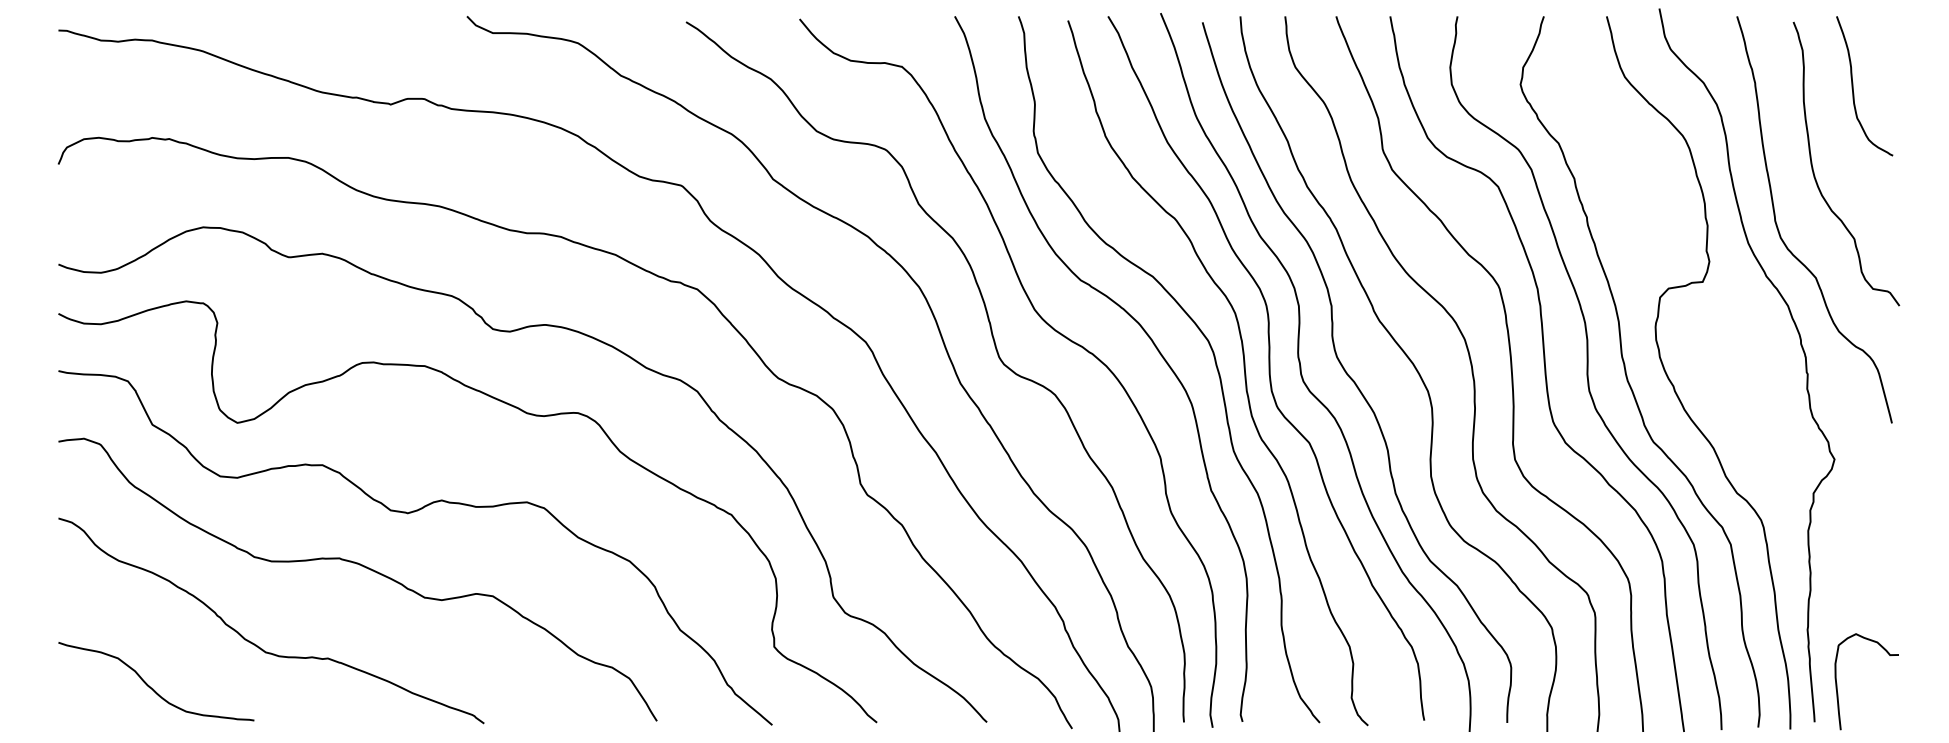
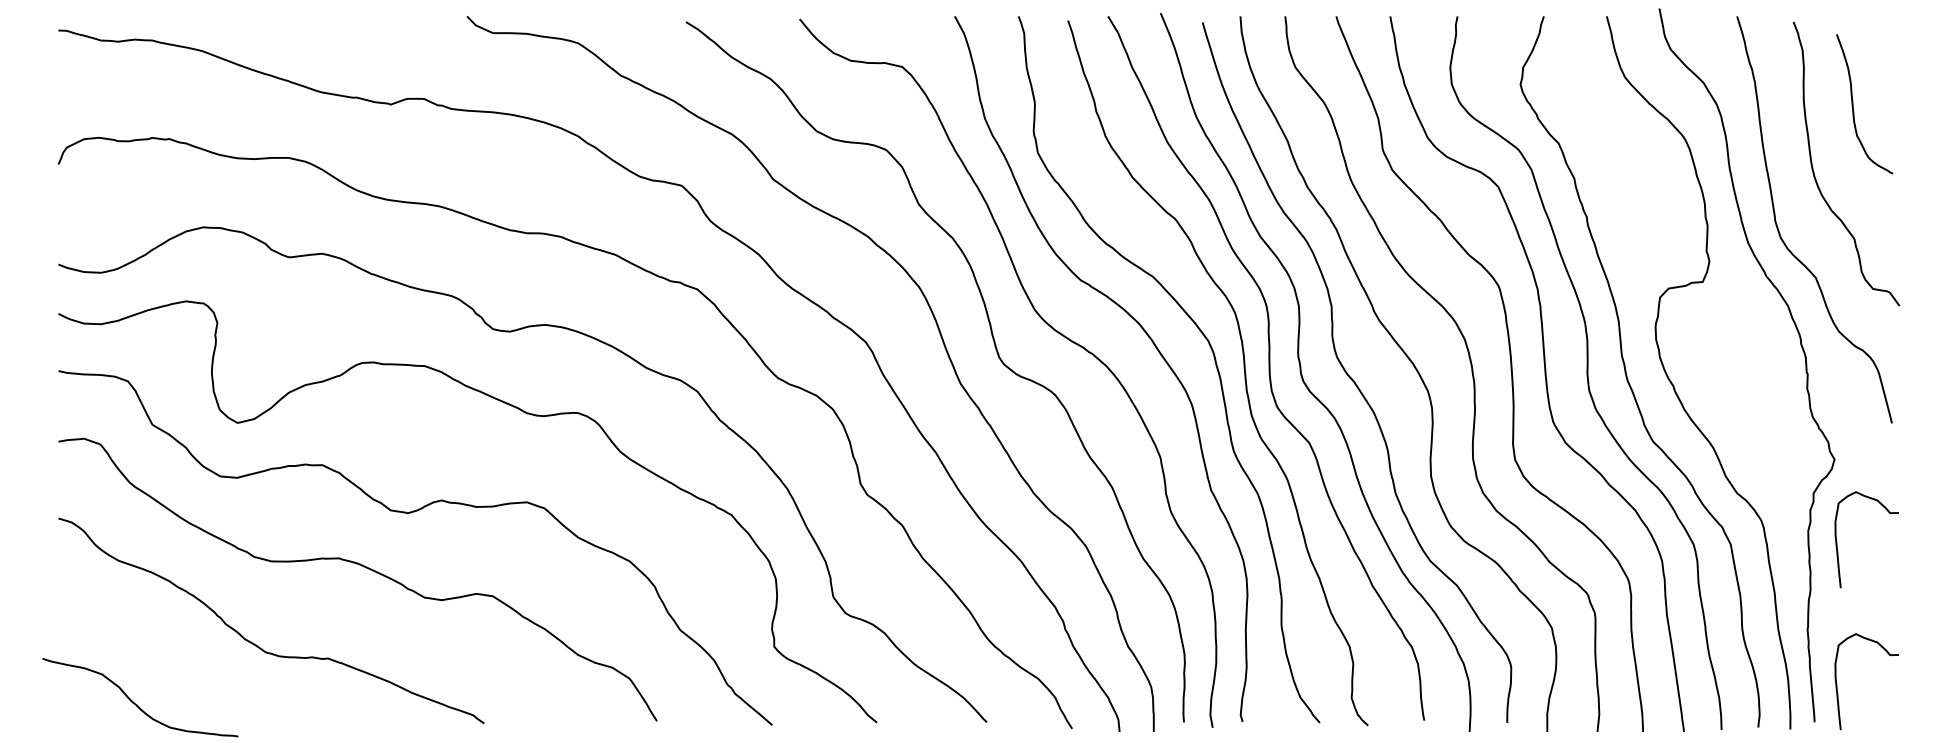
curve at (1853, 86) position: (1853, 86) -> (1853, 104)
curve at (1837, 541): none -> present
curve at (153, 688) position: (153, 688) -> (137, 704)
